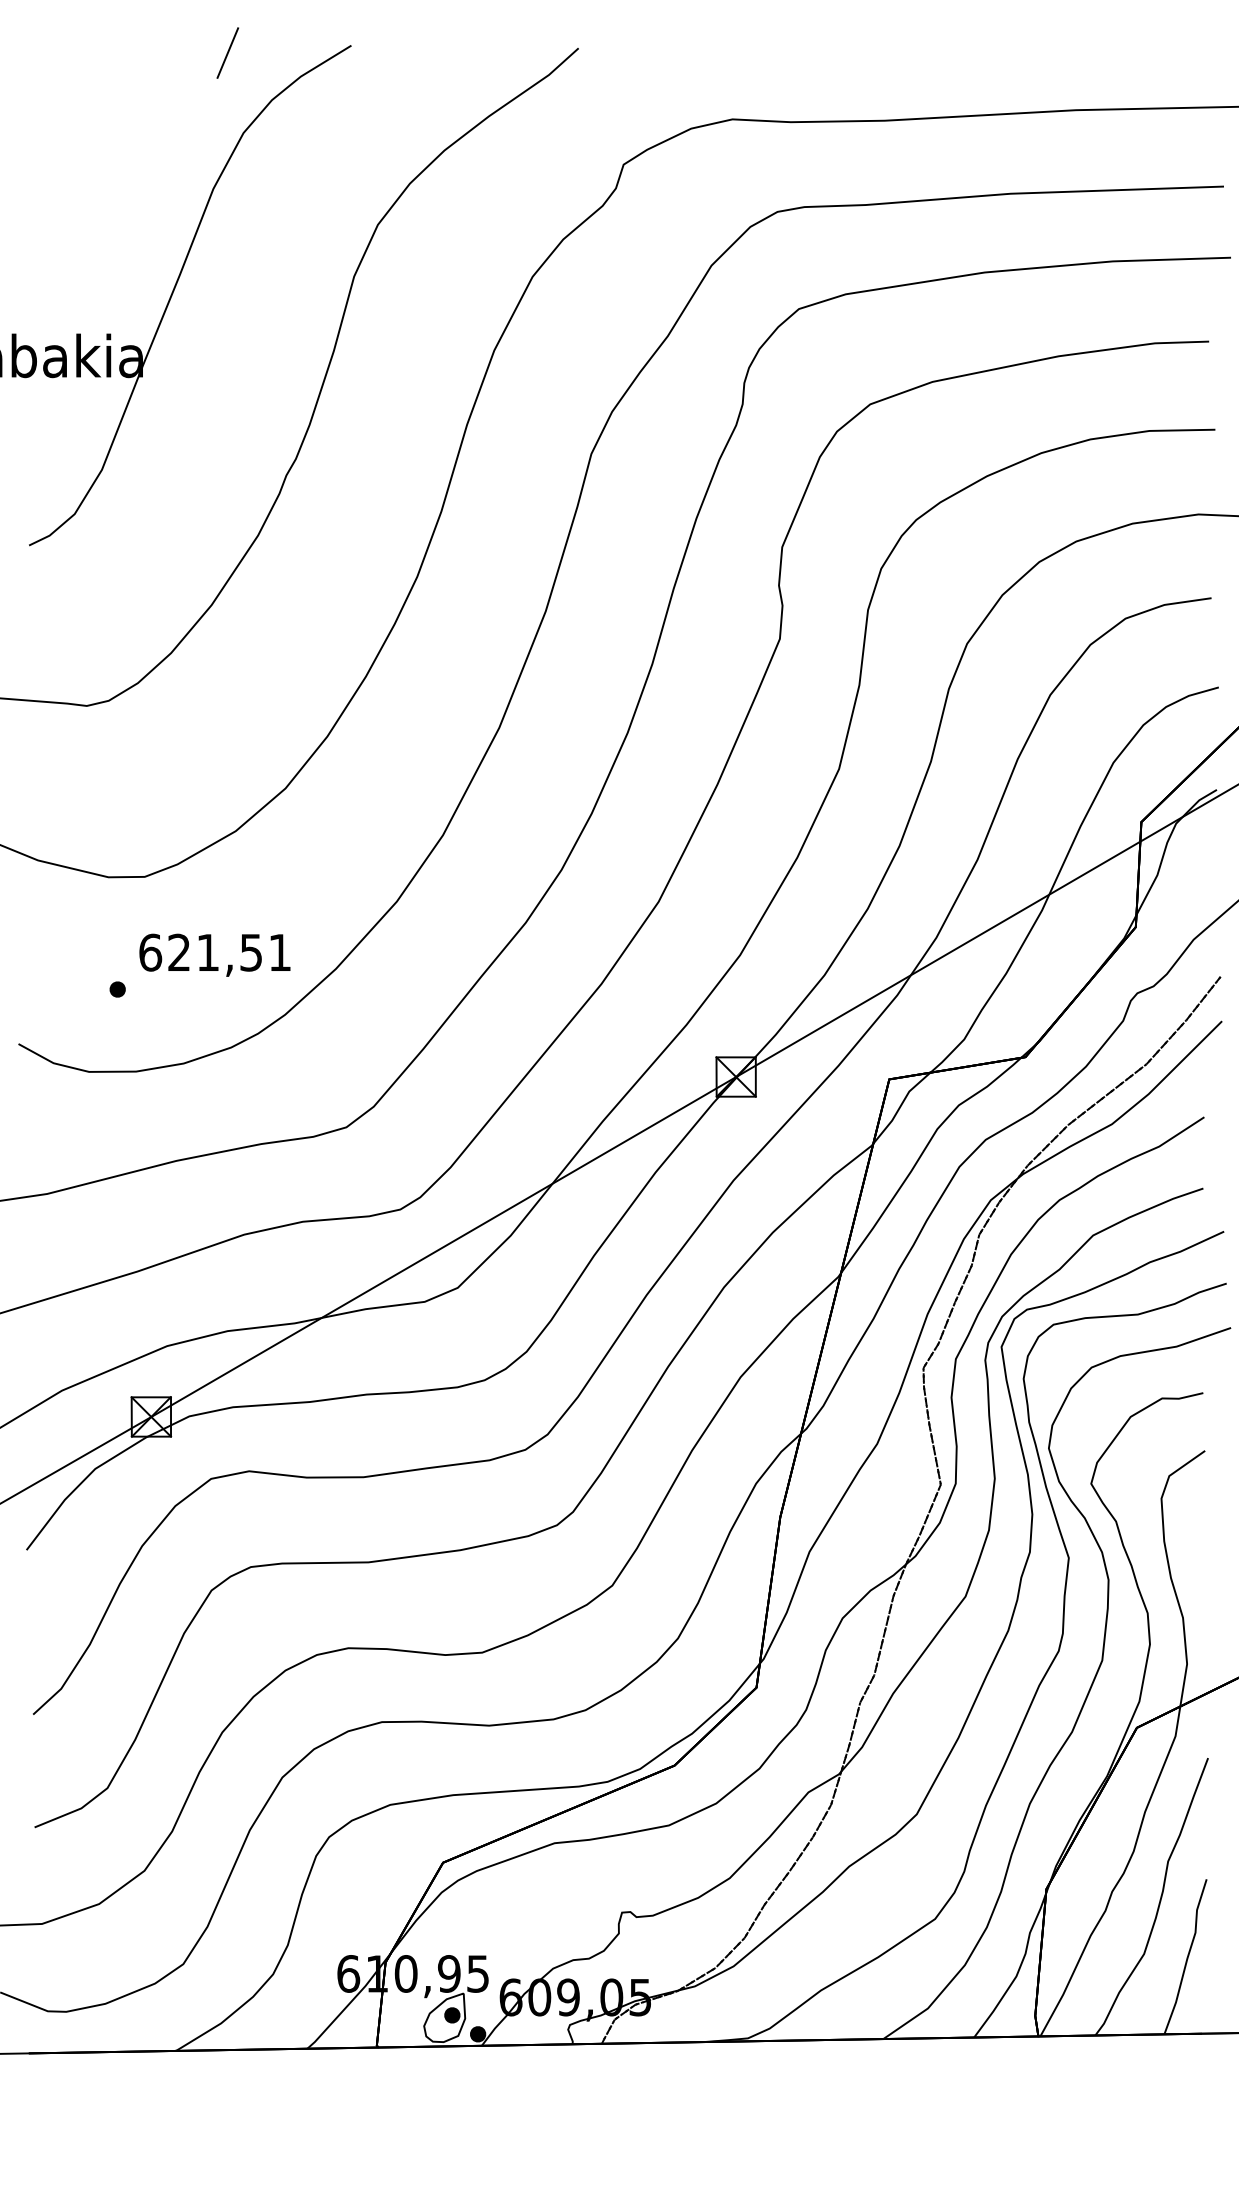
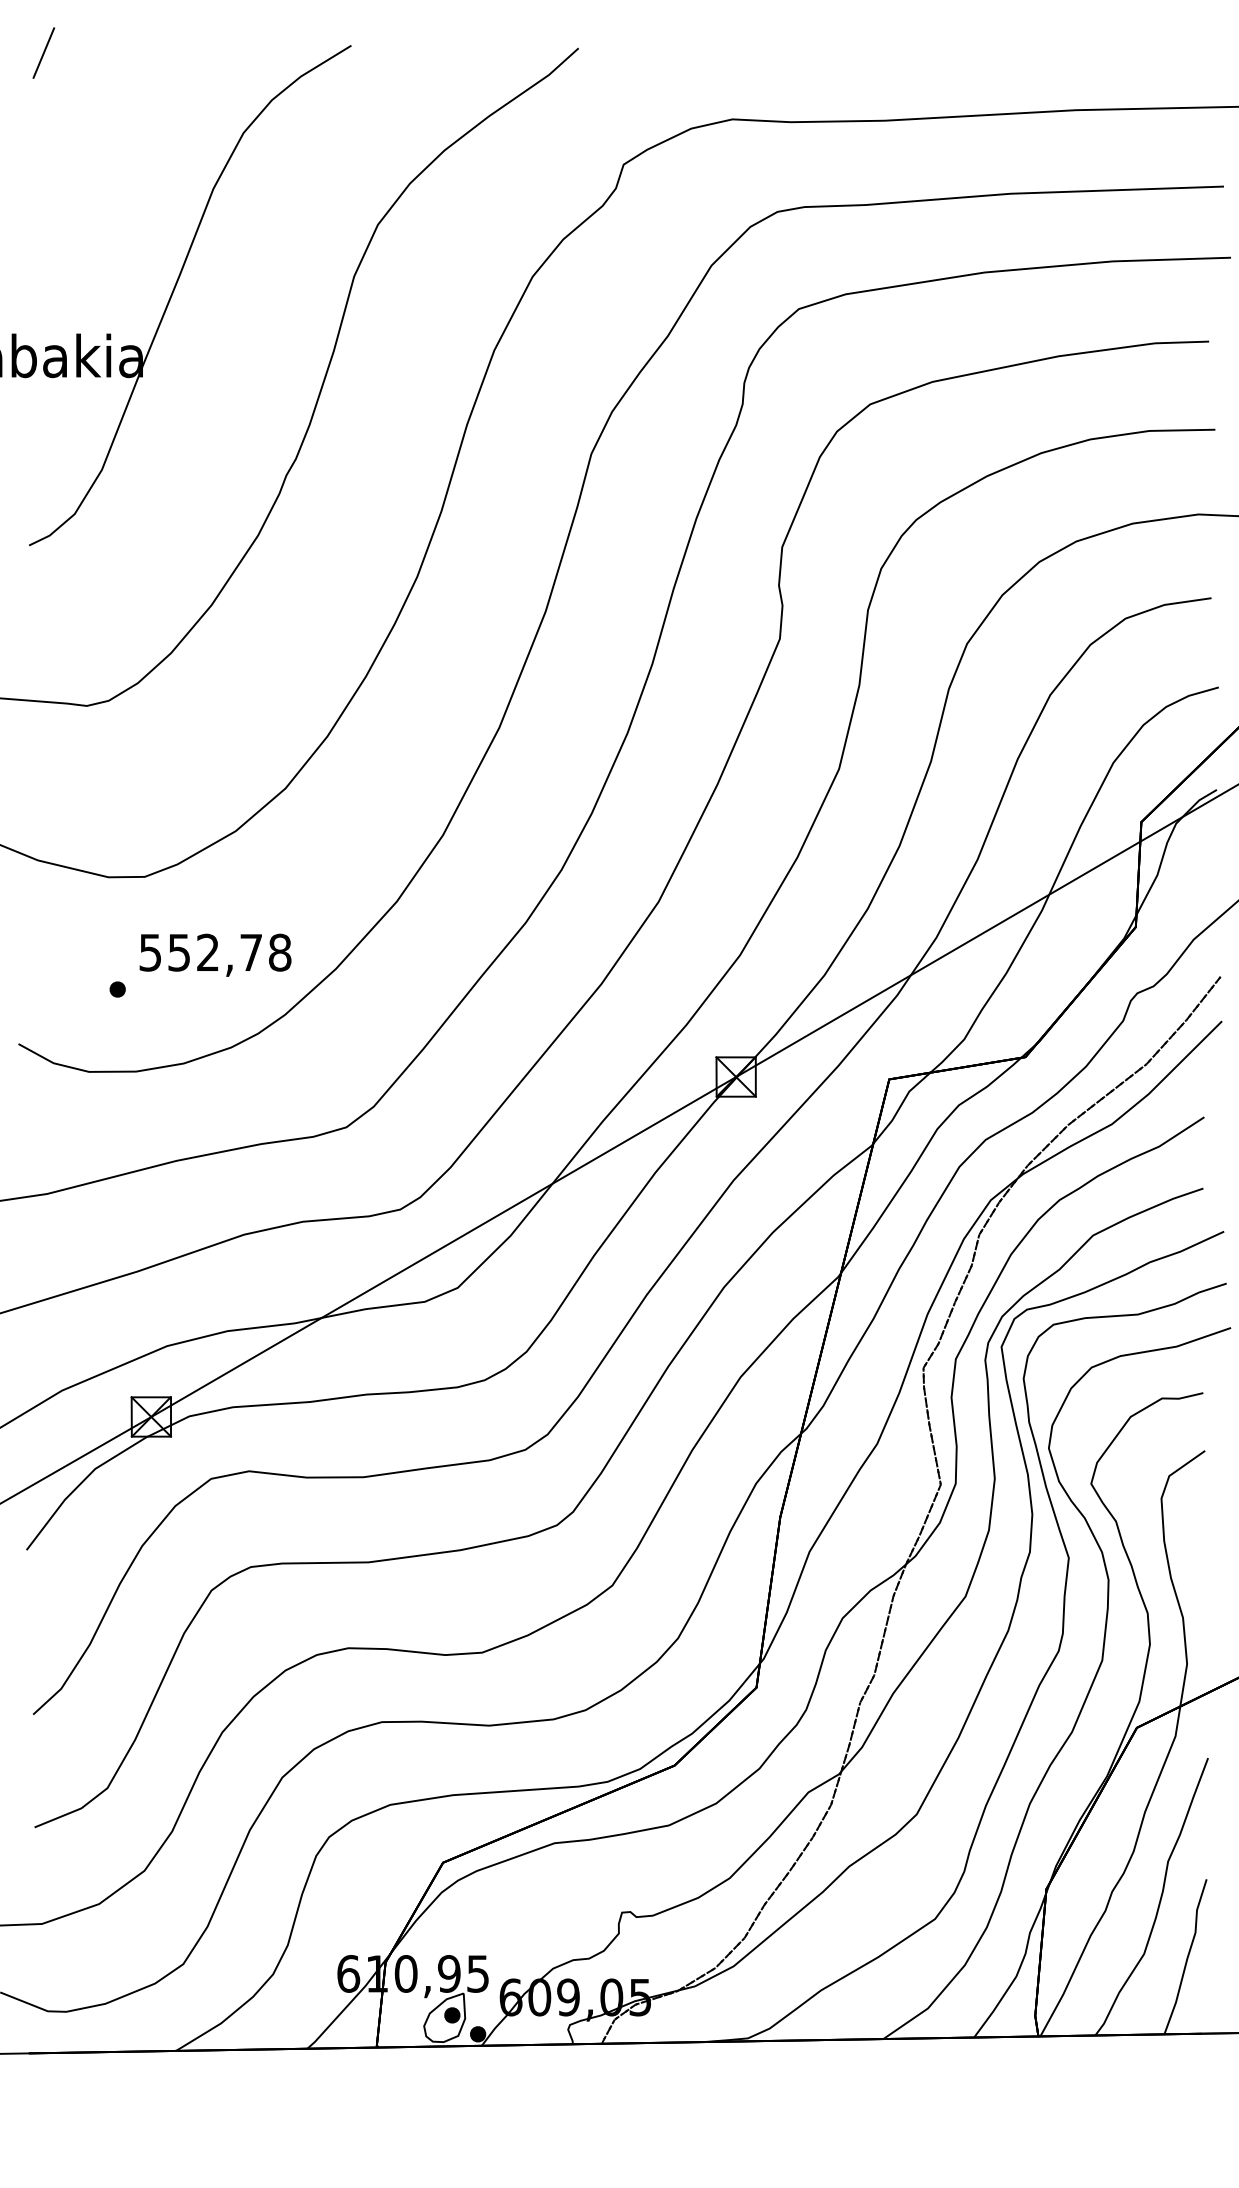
line at (227, 52) position: (227, 52) -> (43, 52)
text at (215, 952): 621,51 -> 552,78
